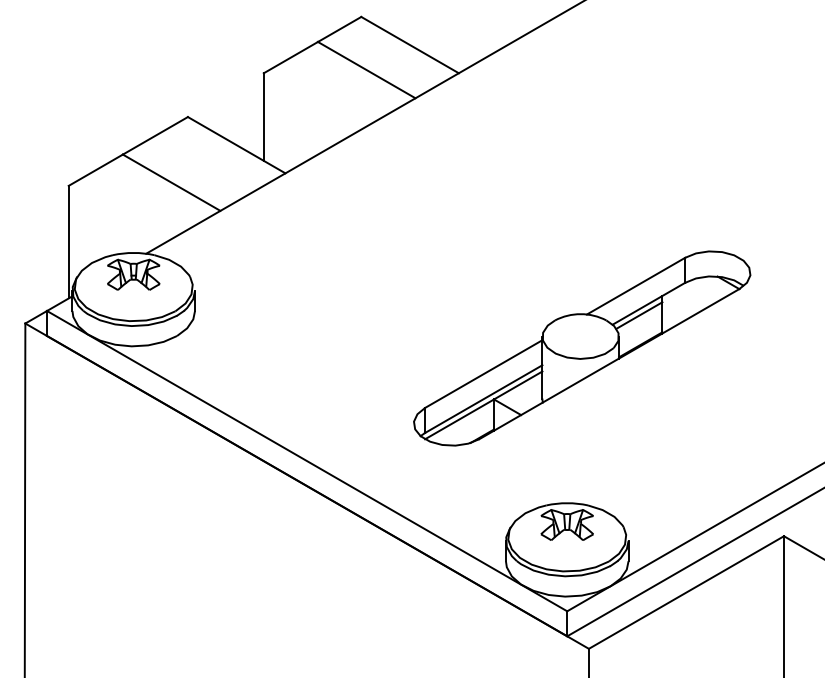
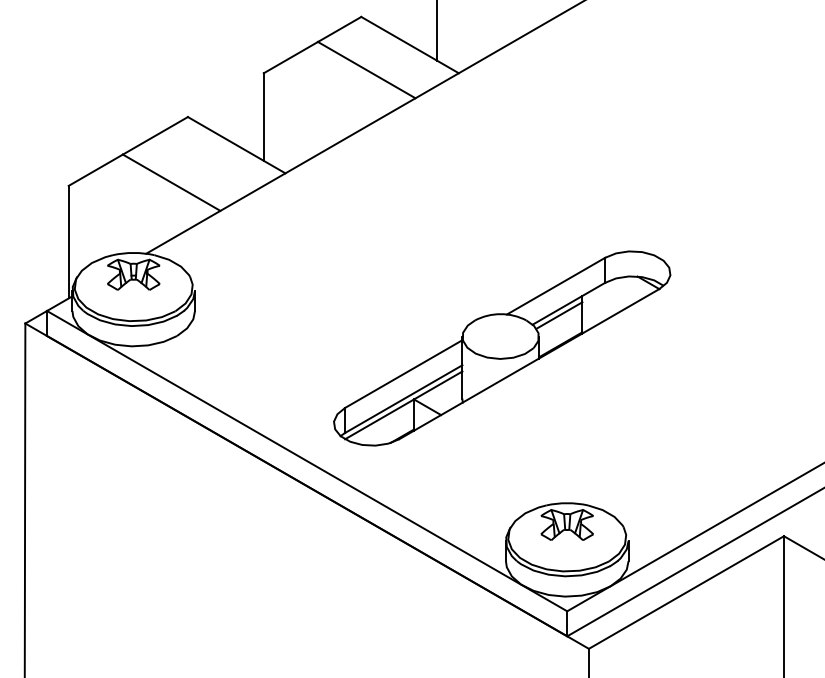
line at (437, 31): none -> present
part at (582, 348) position: (582, 348) -> (502, 348)
